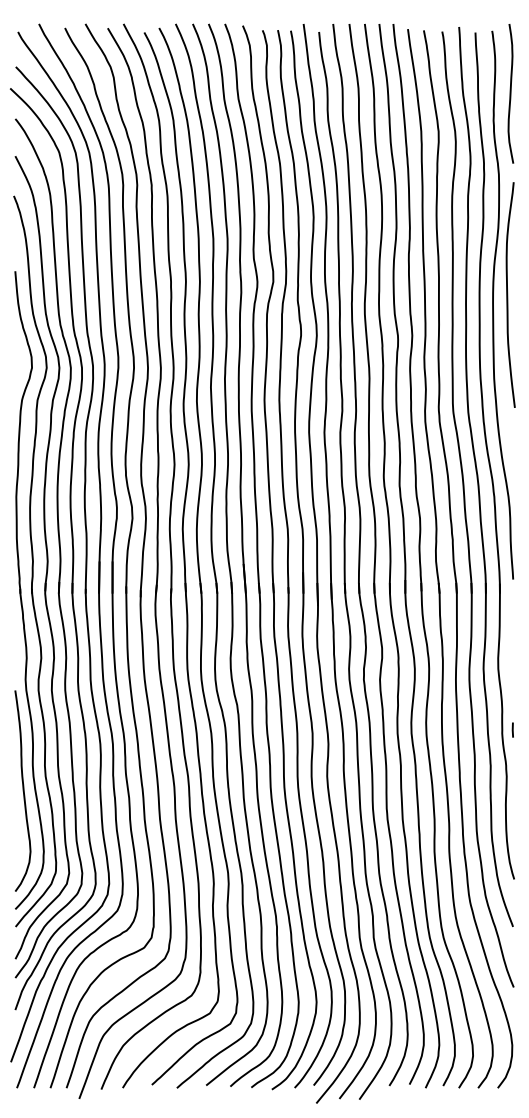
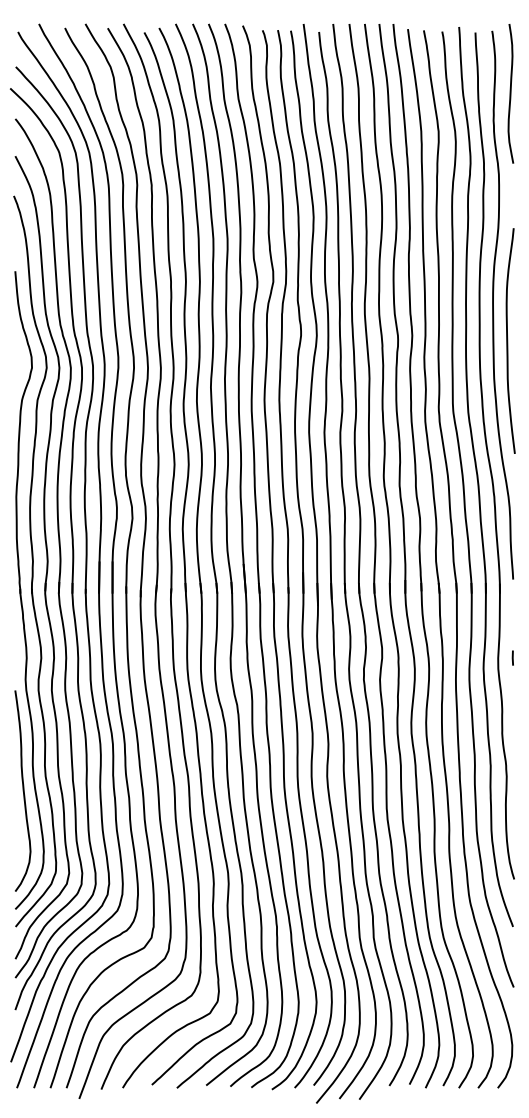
curve at (508, 294) position: (508, 294) -> (508, 340)
line at (512, 729) position: (512, 729) -> (512, 657)
